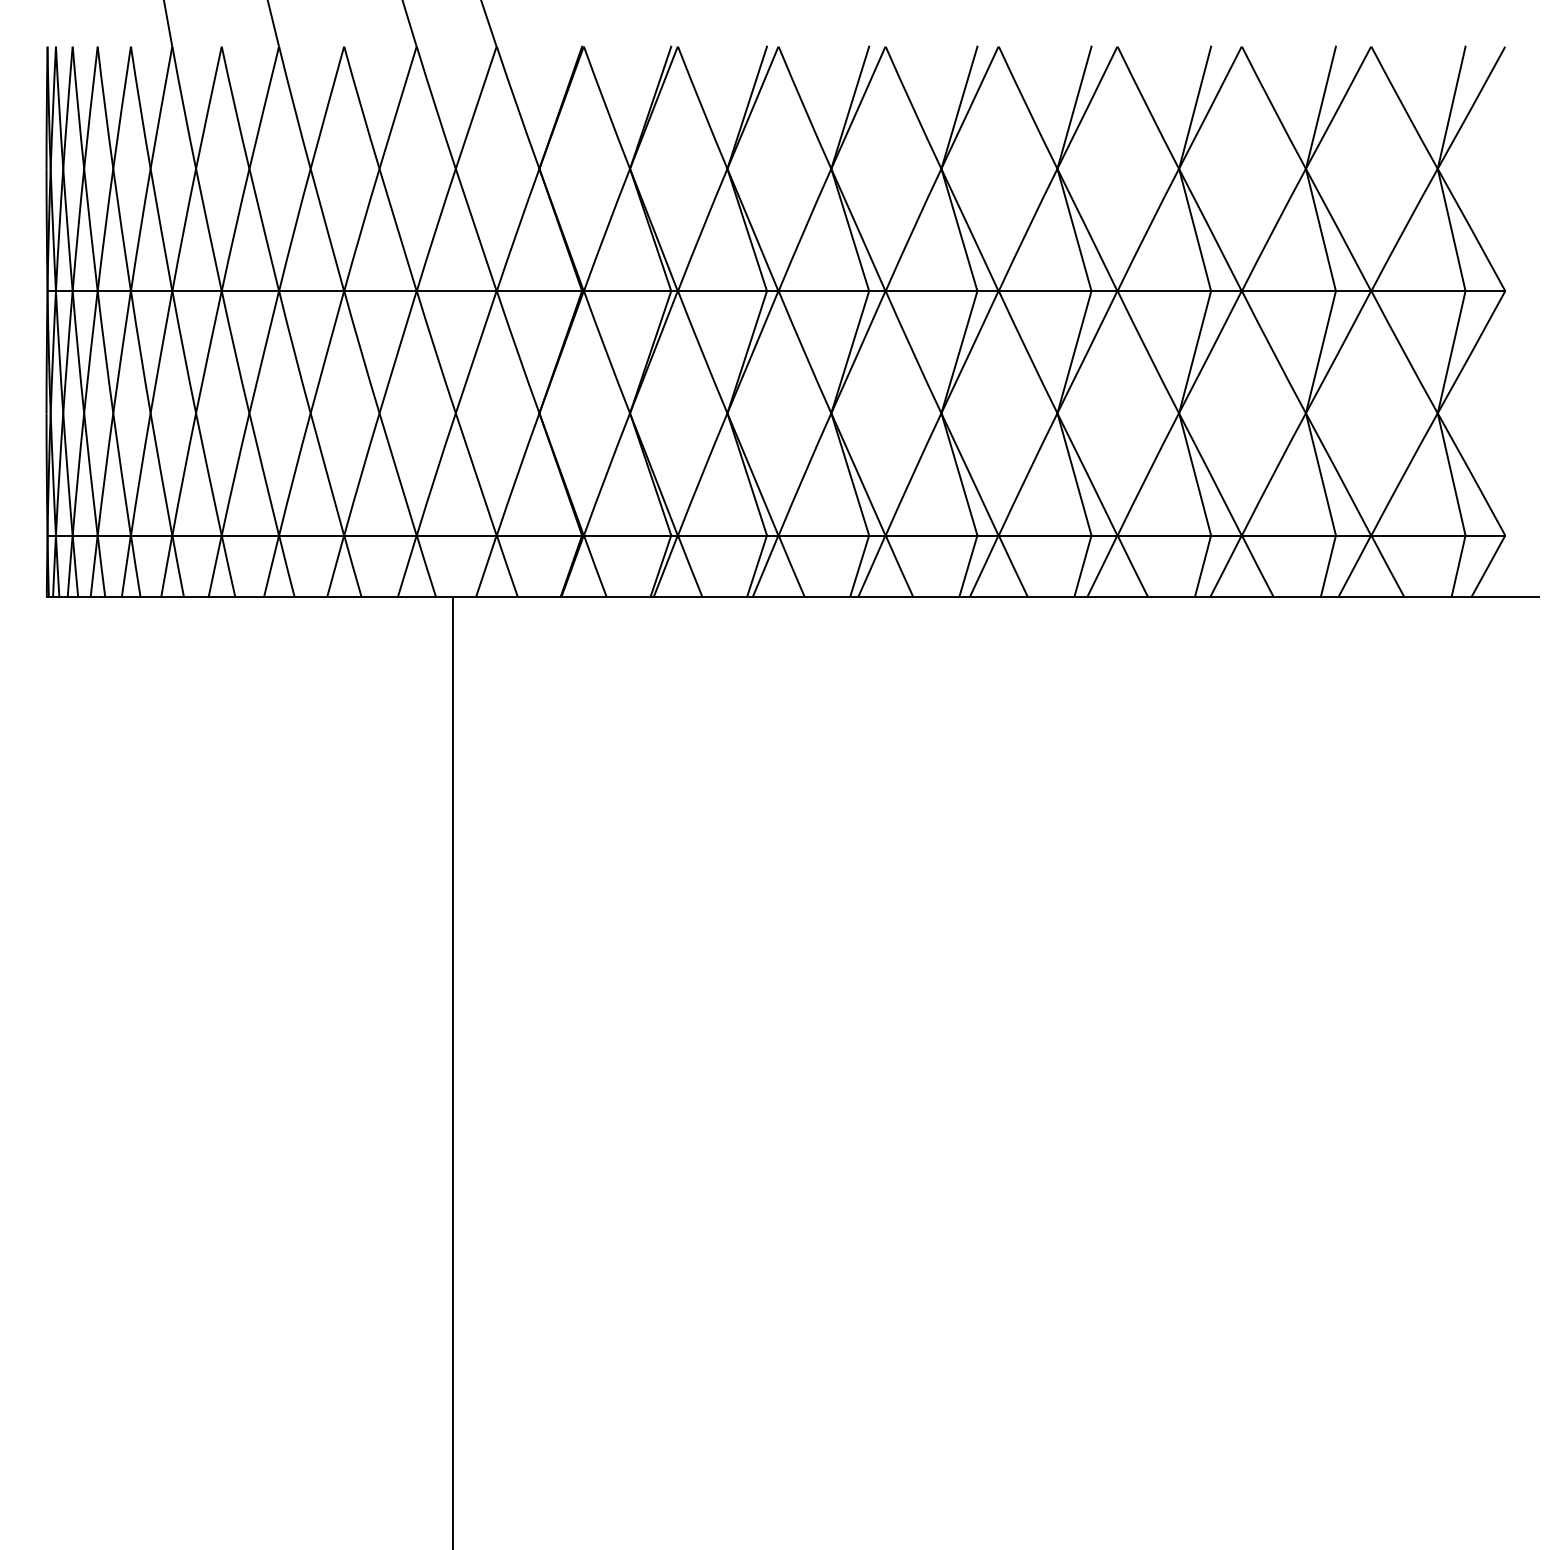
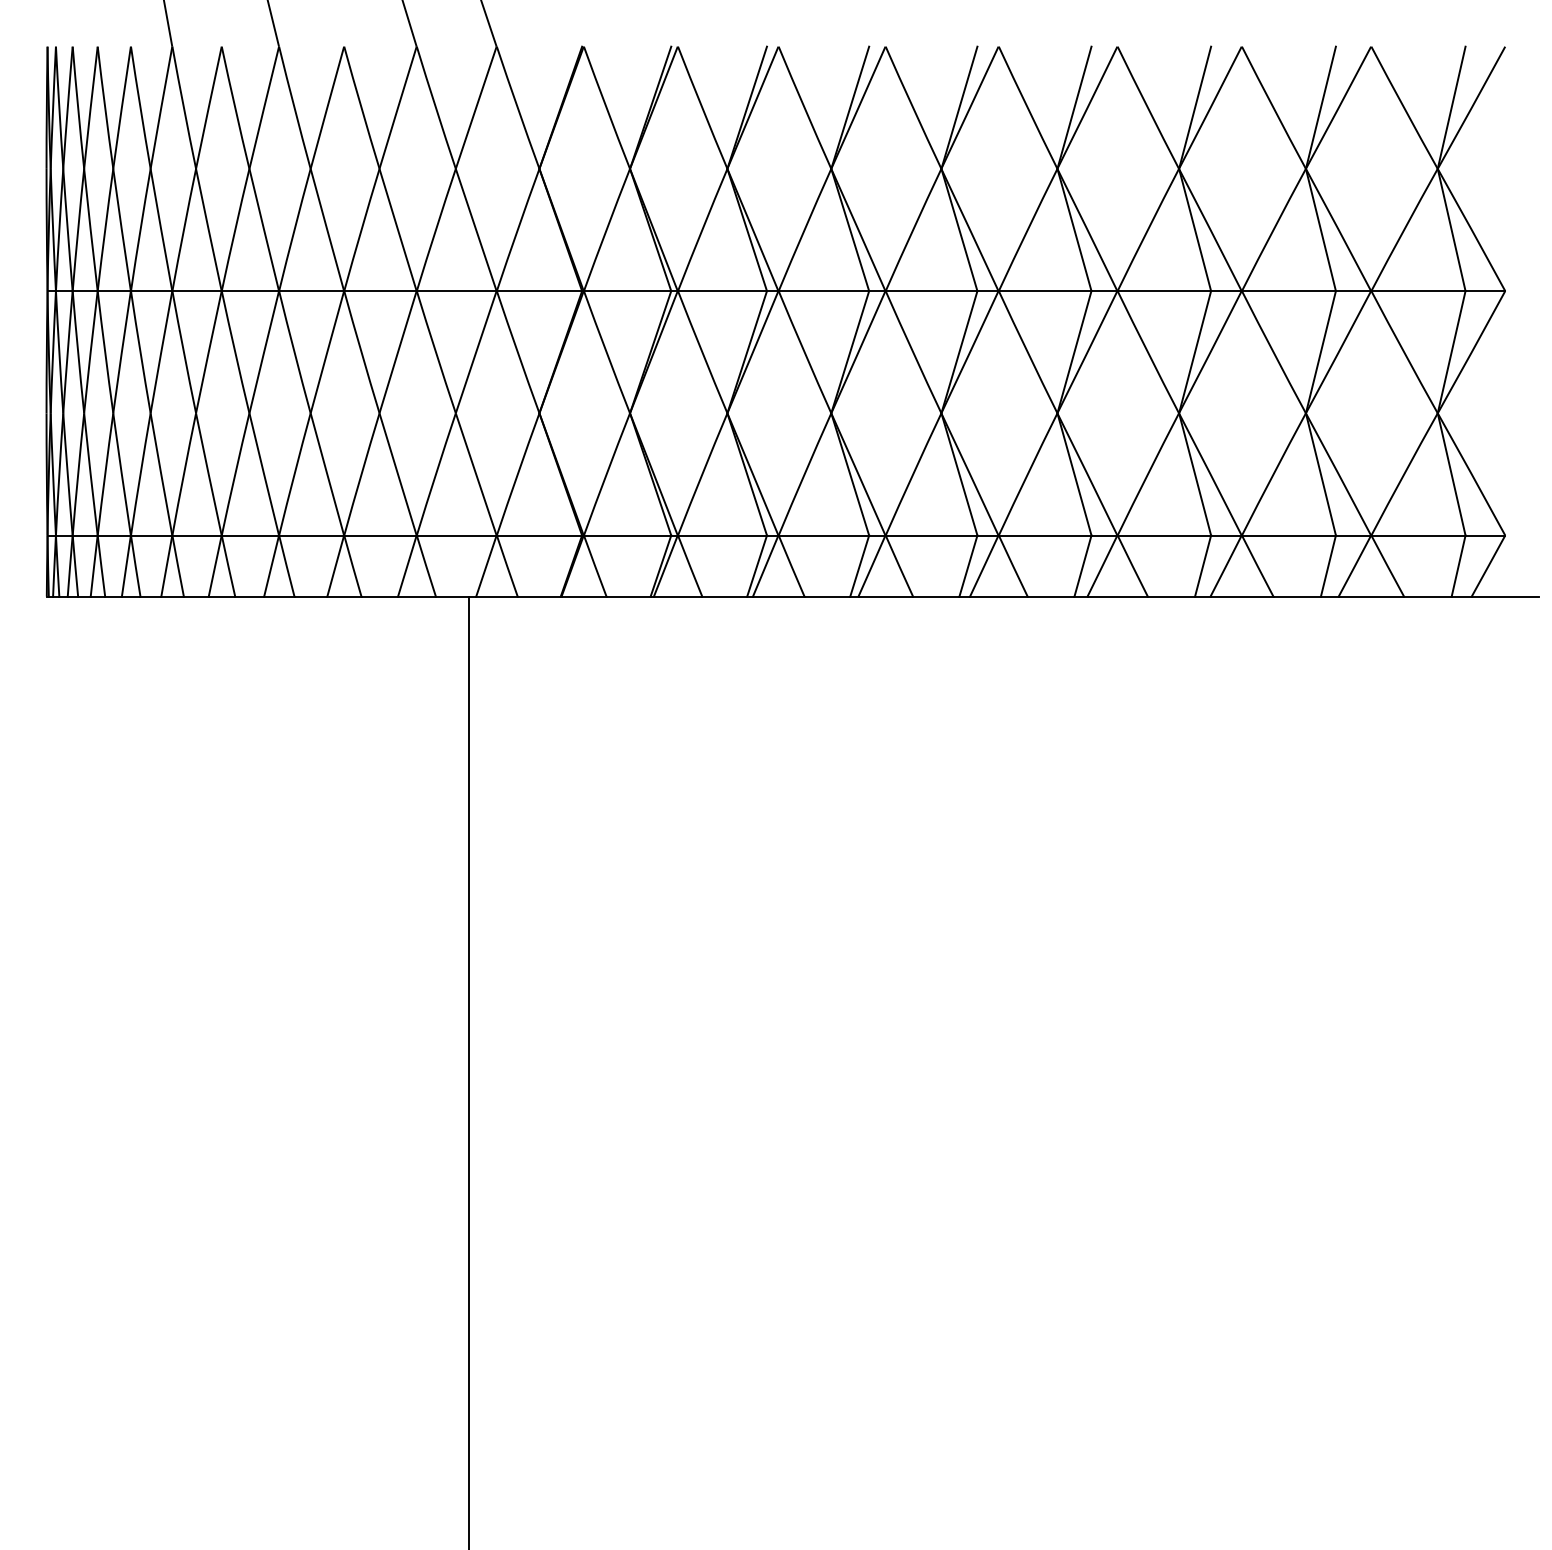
line at (453, 1071) position: (453, 1071) -> (469, 1071)
